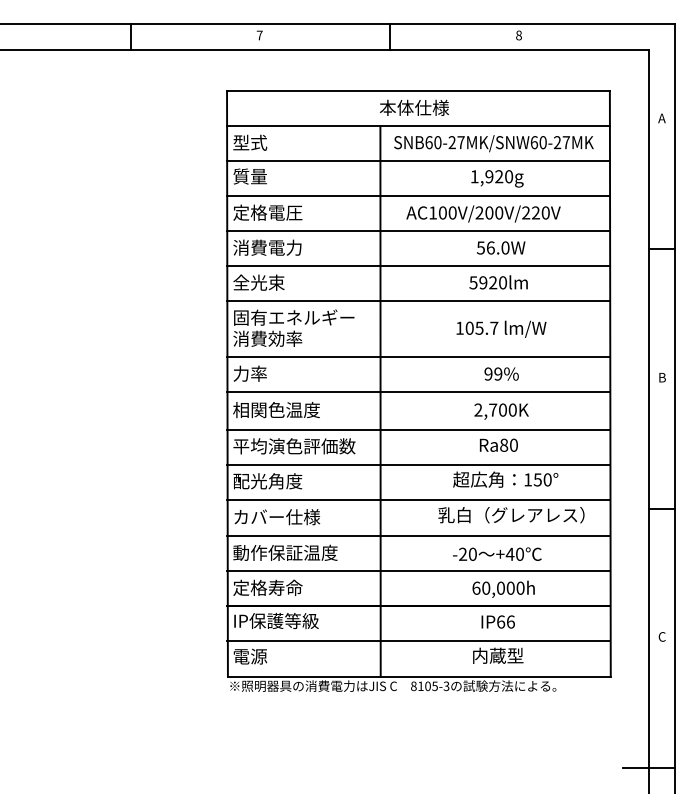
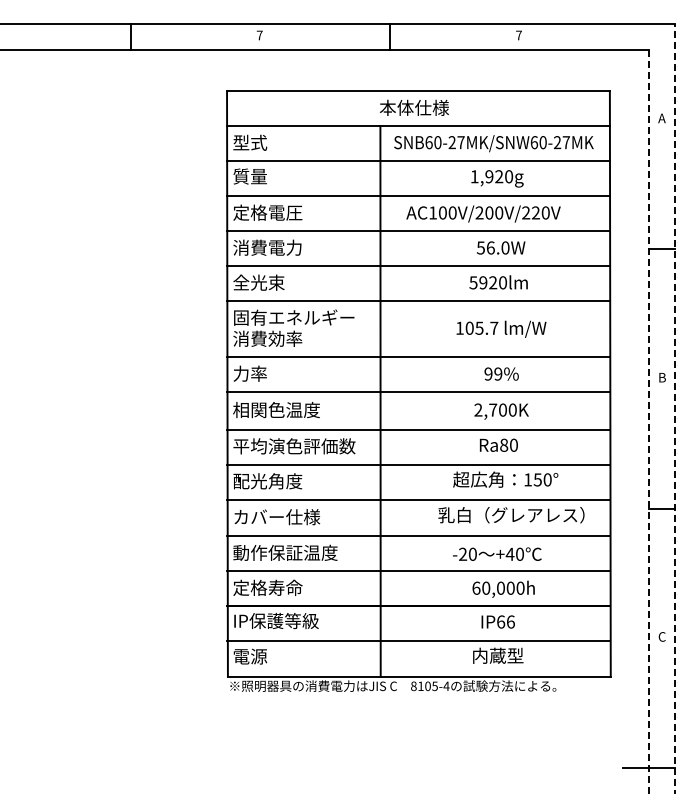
text at (518, 35): 8 -> 7
line at (675, 408): solid -> dashed
line at (649, 421): solid -> dashed
text at (446, 686): 8105-3 -> 8105-4
